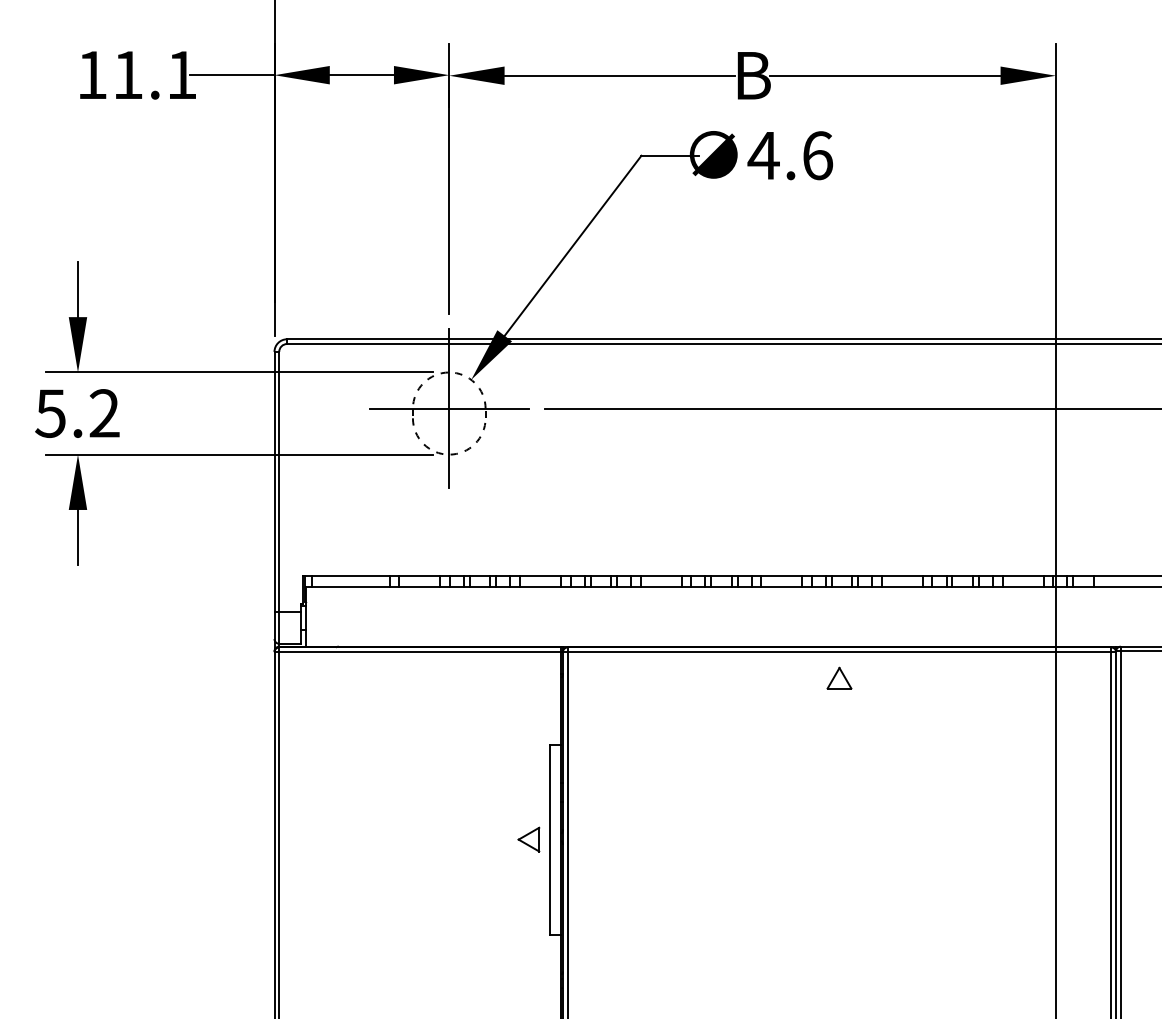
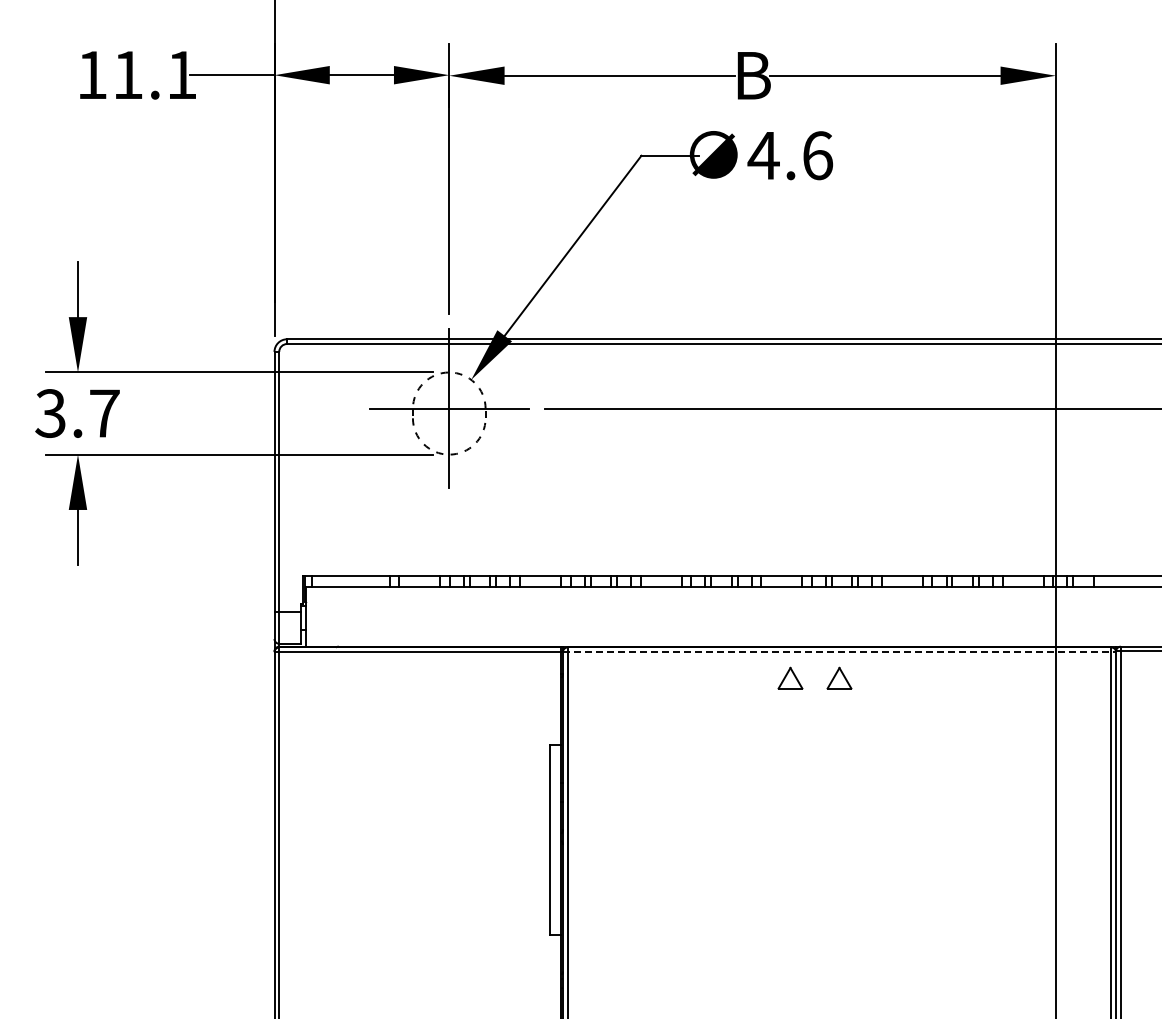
text at (77, 413): 5.2 -> 3.7
line at (839, 652): solid -> dashed
part at (790, 677): none -> present
part at (528, 839): present -> none
